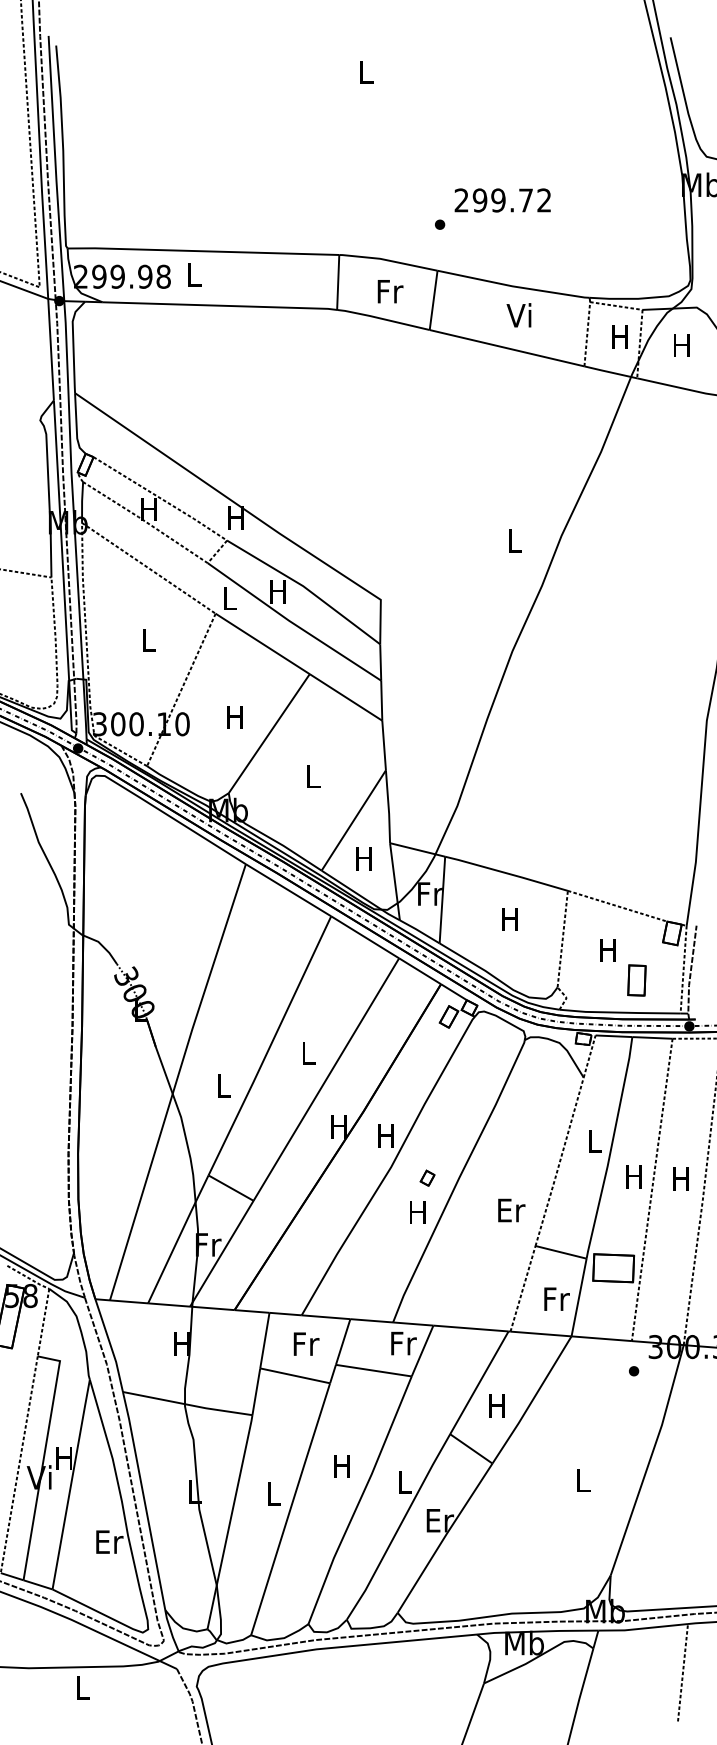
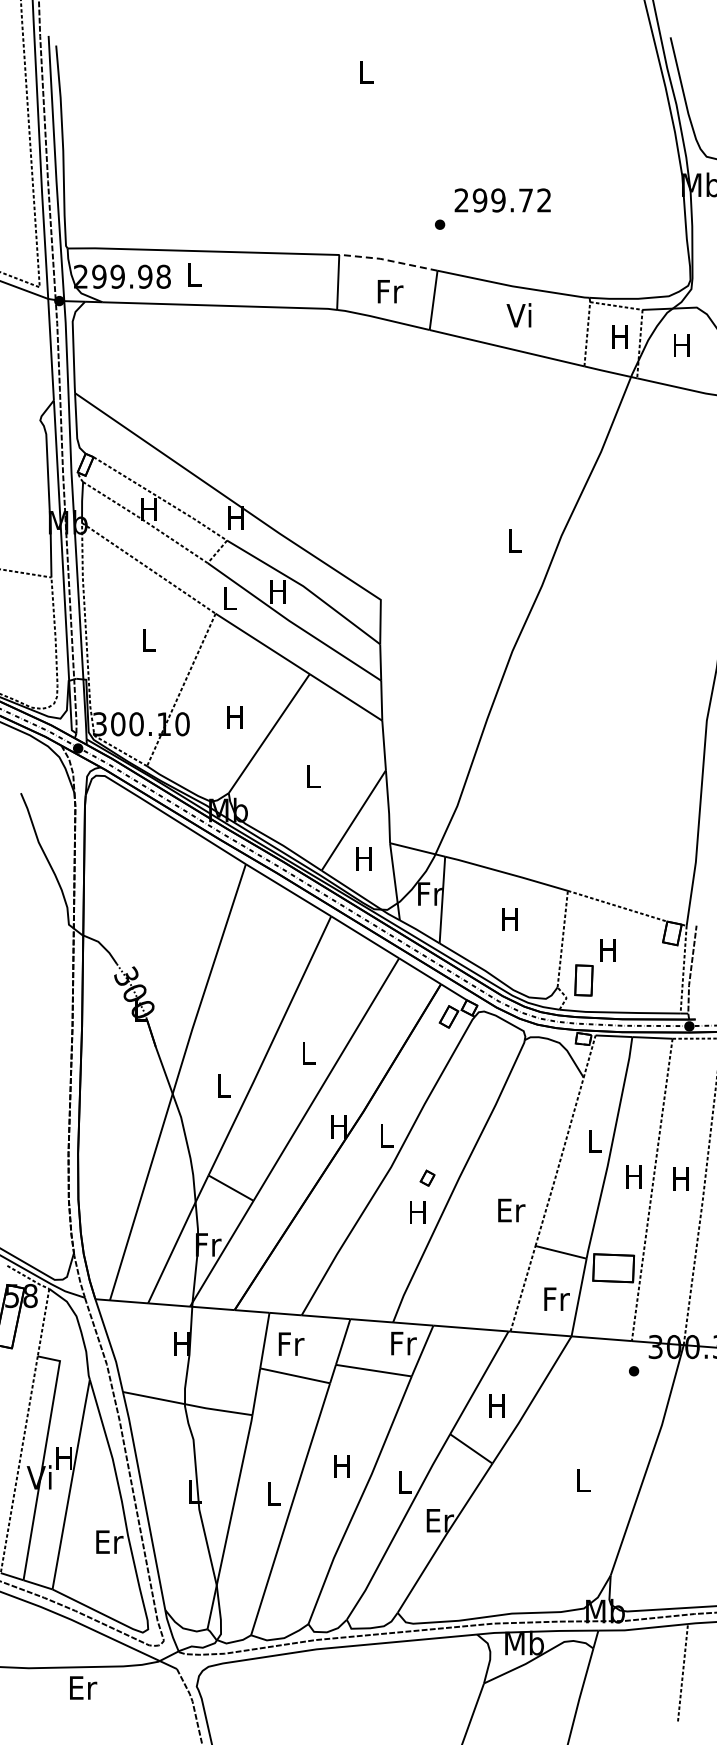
line at (386, 260): solid -> dashed
part at (636, 980) position: (636, 980) -> (583, 980)
text at (385, 1135): H -> L
text at (306, 1343) position: (306, 1343) -> (291, 1343)
text at (83, 1687): L -> Er
